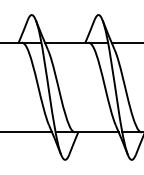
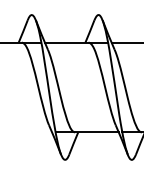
line at (27, 132): present -> none
